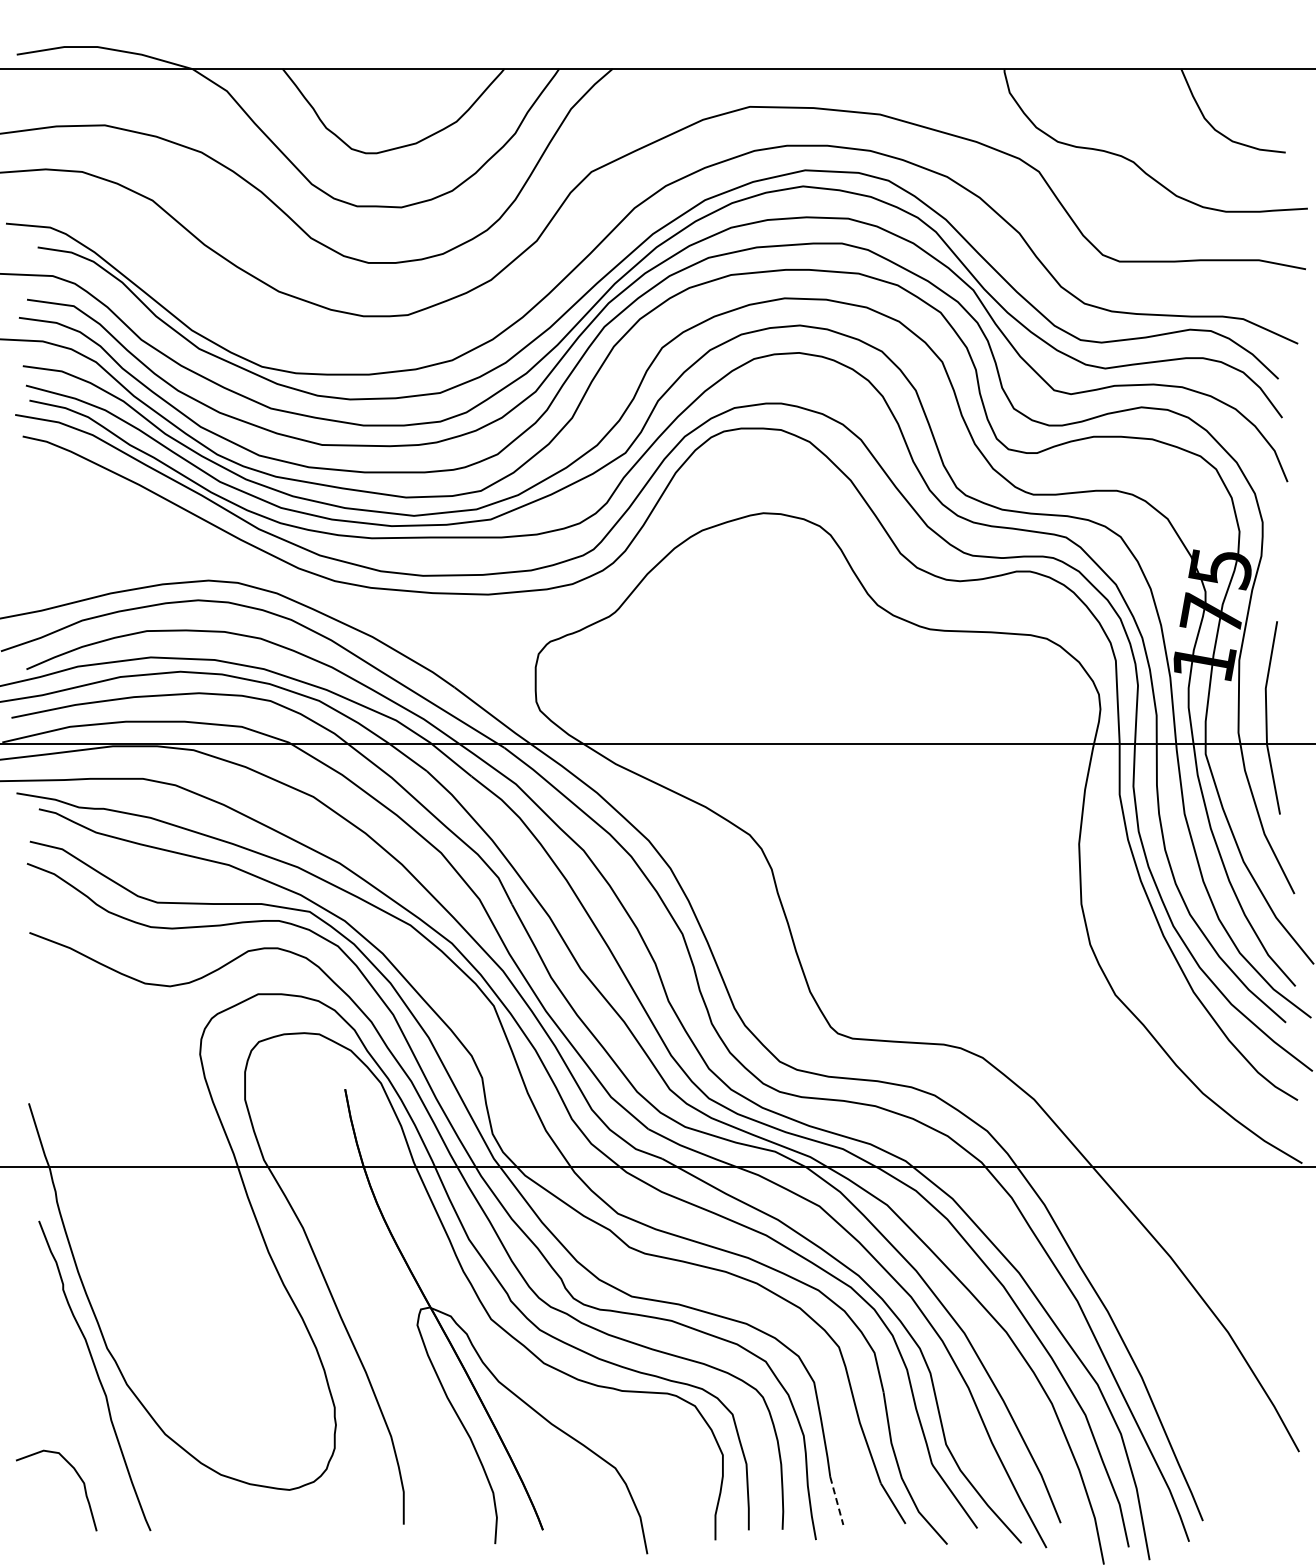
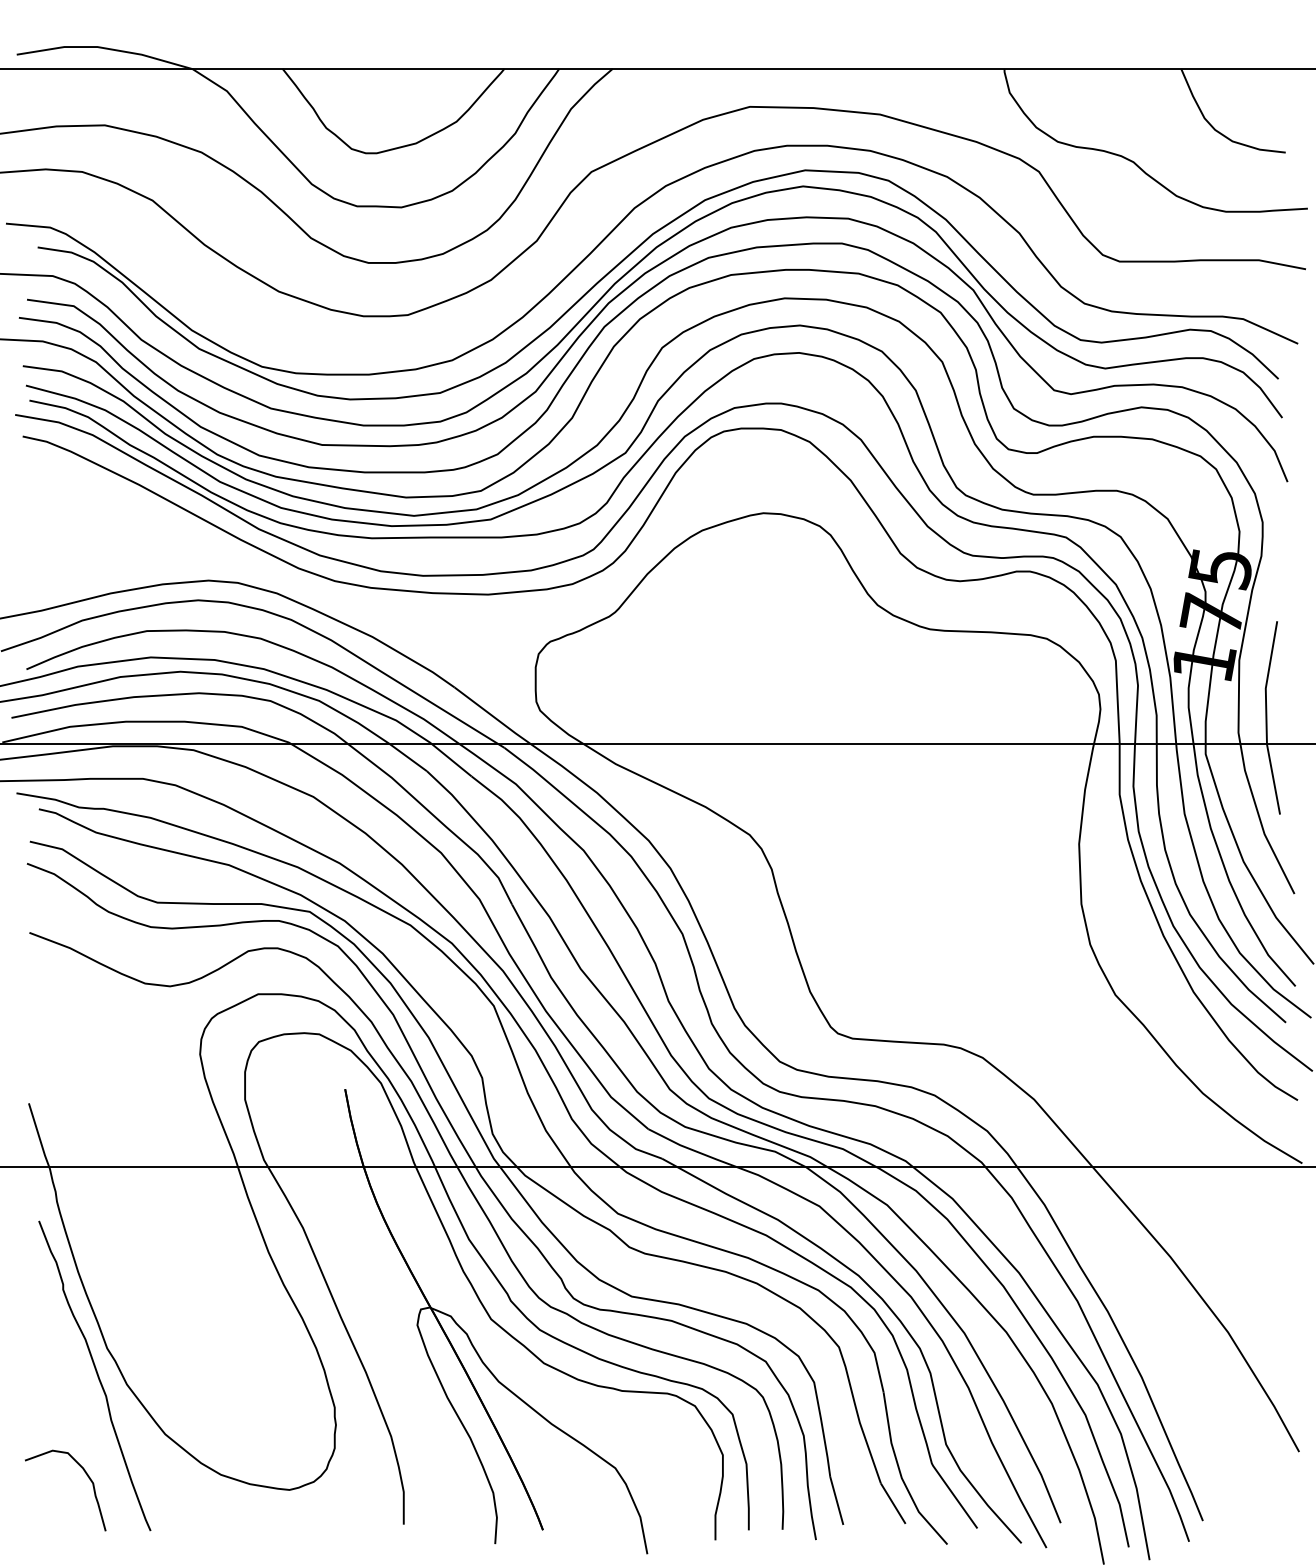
curve at (77, 1475) position: (77, 1475) -> (86, 1475)
line at (836, 1500): dashed -> solid
